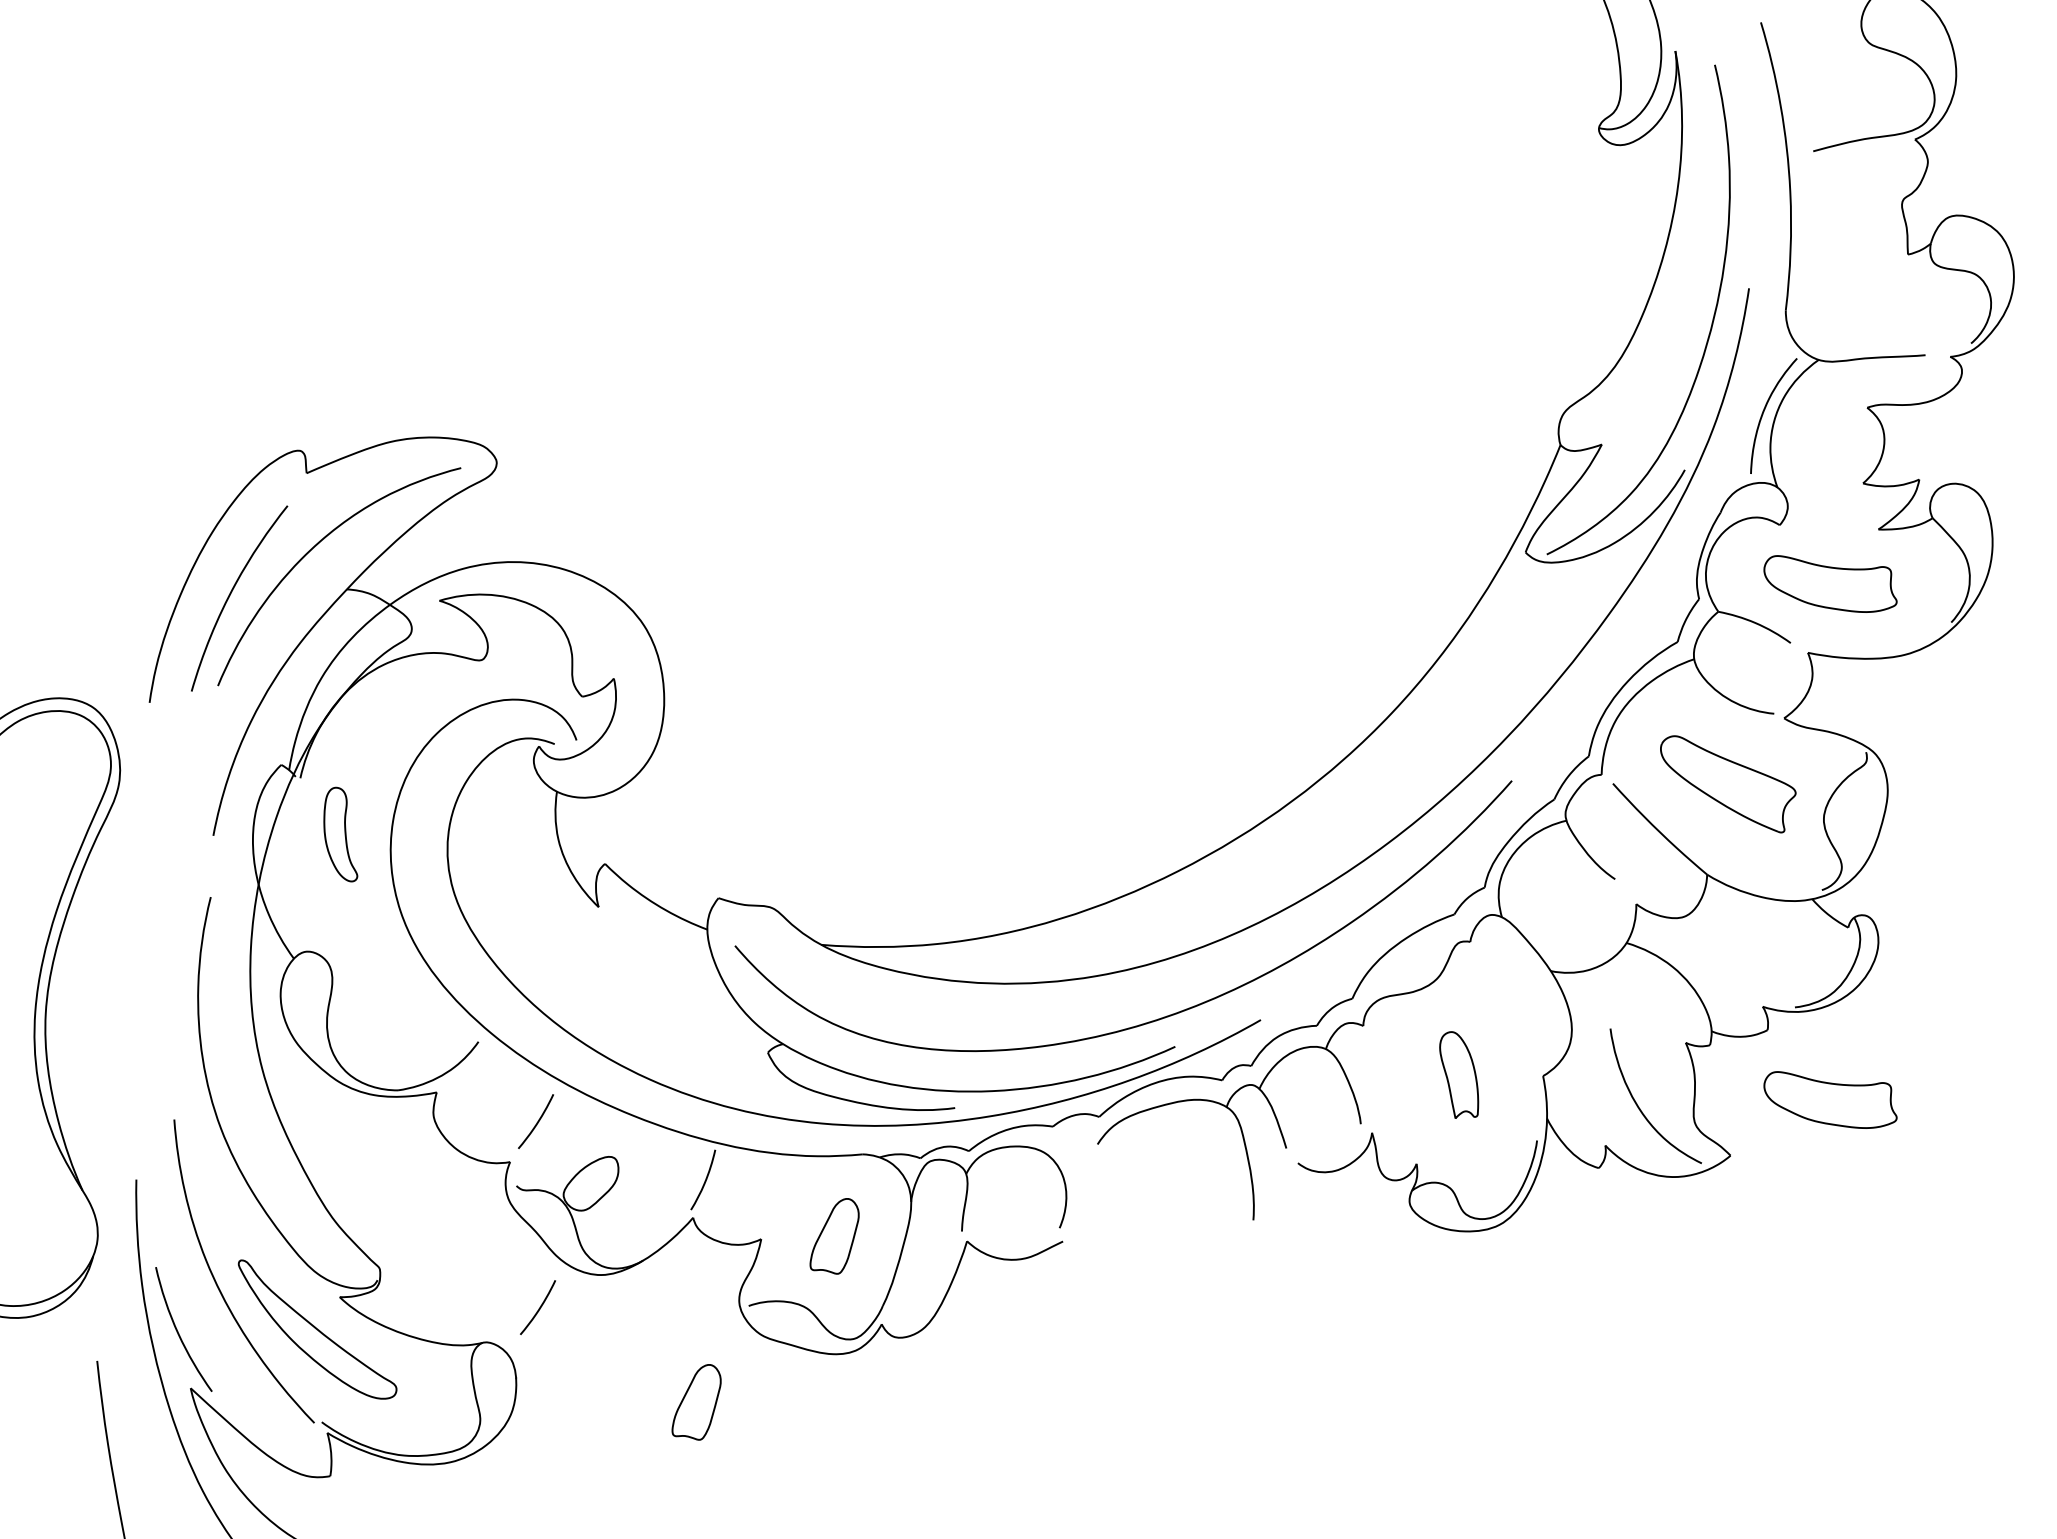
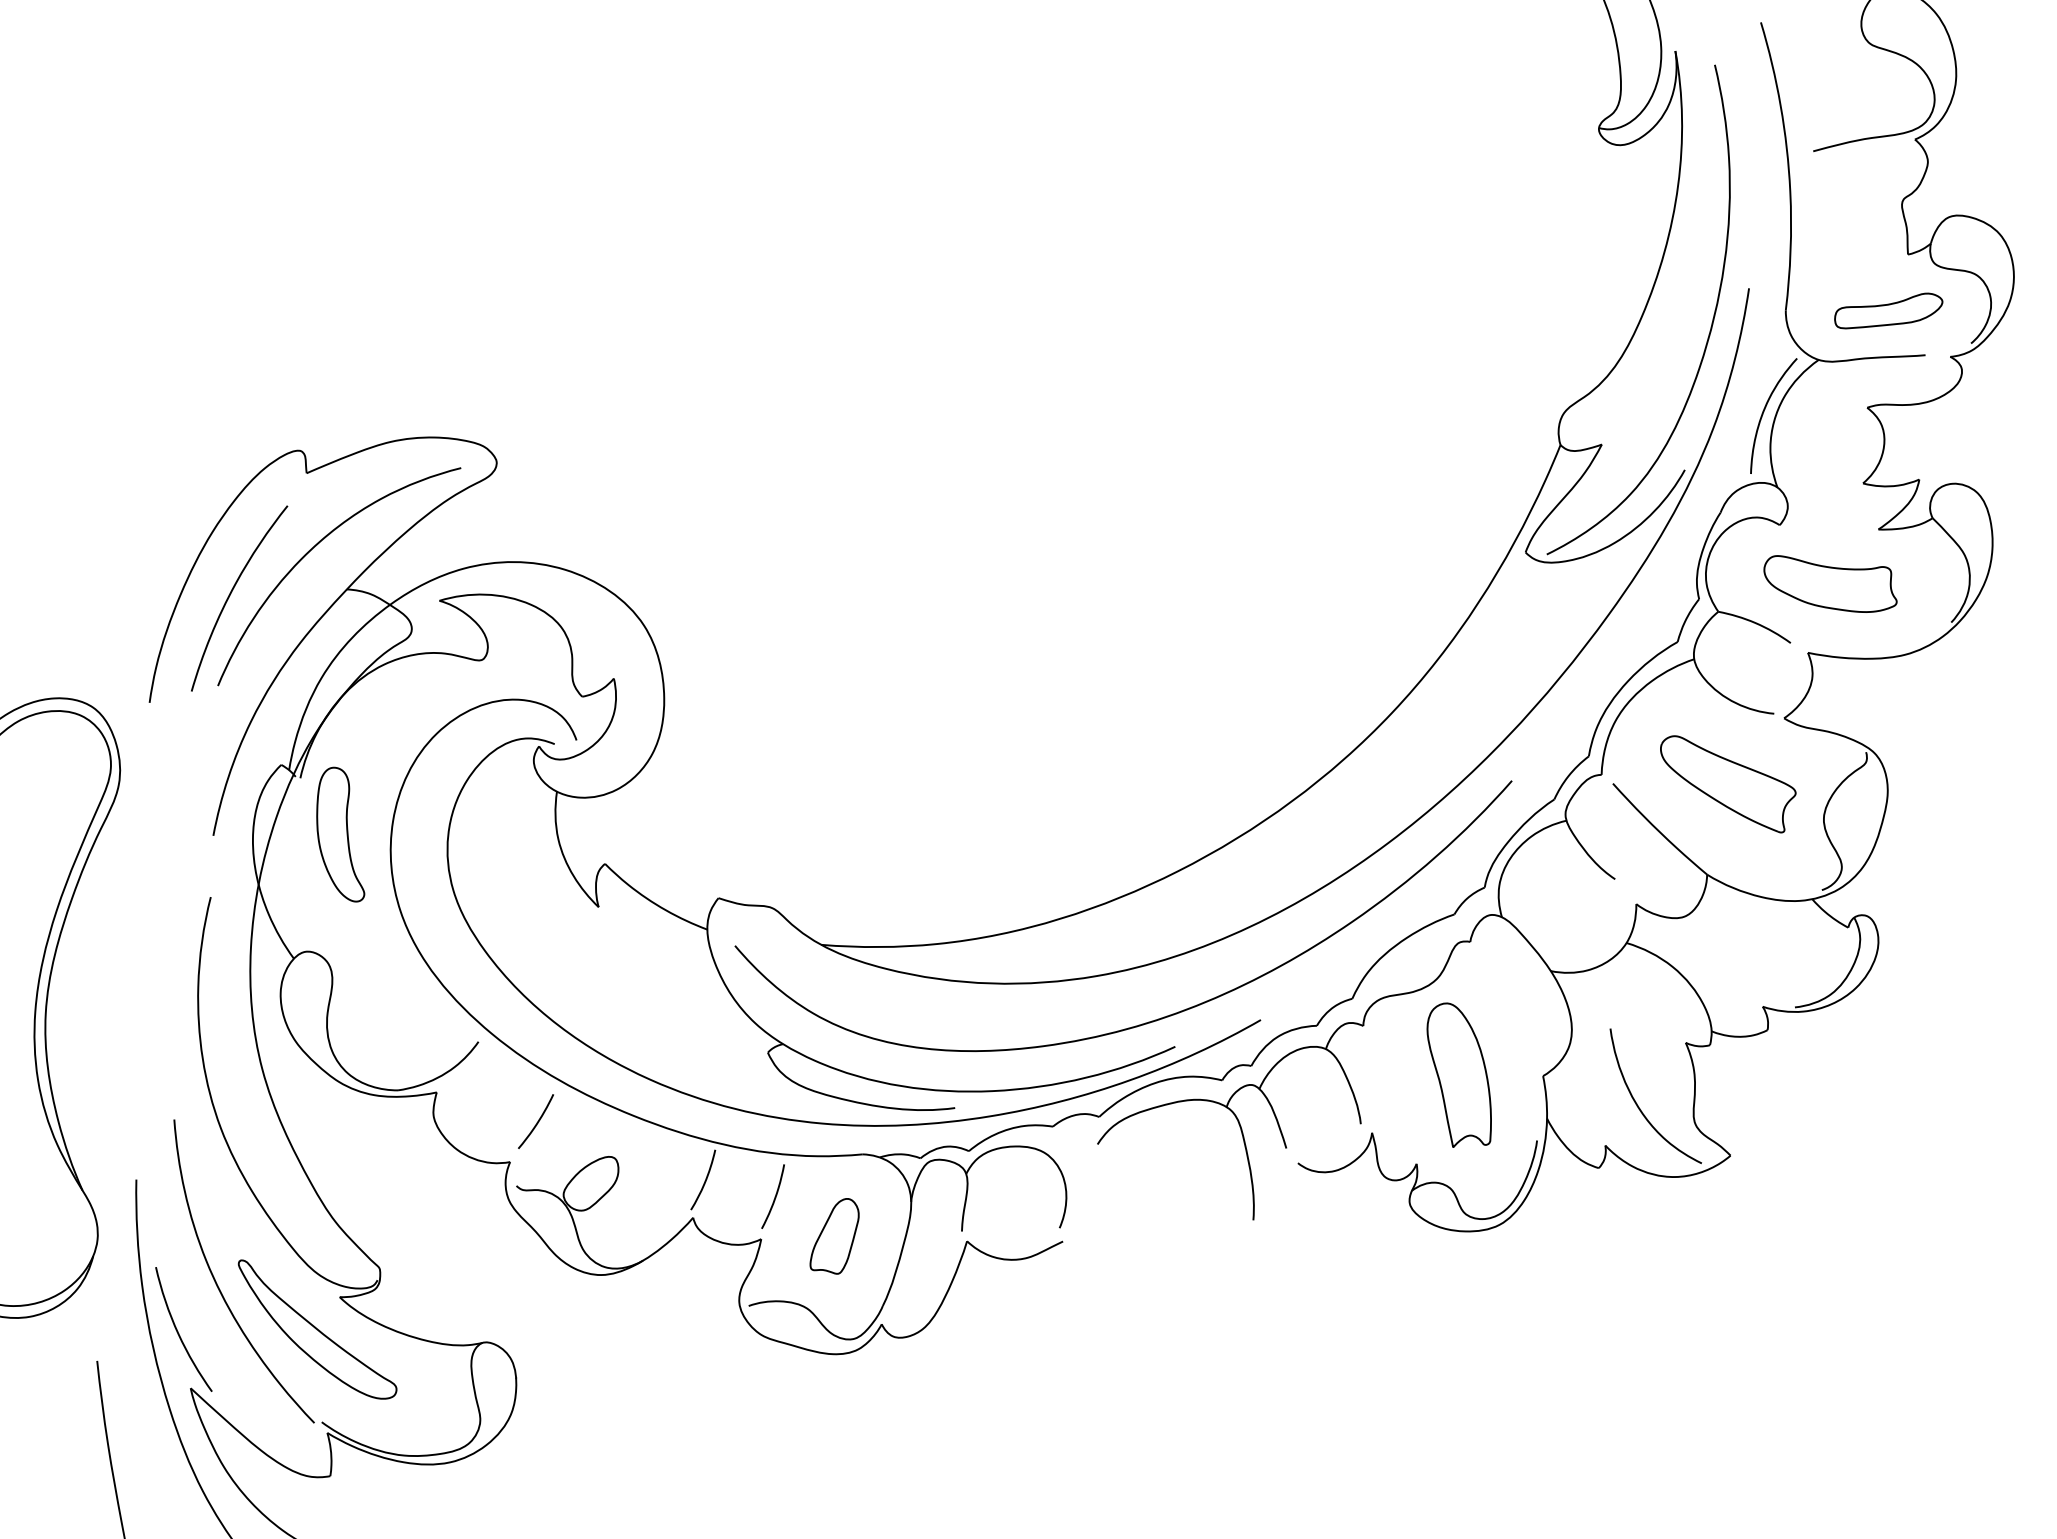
part at (1888, 310): none -> present
part at (340, 834) size: 36x97 px -> 50x137 px
part at (1459, 1074) size: 41x88 px -> 66x146 px
part at (1830, 1099): present -> none
curve at (774, 1196): none -> present
curve at (538, 1308): present -> none
part at (696, 1402): present -> none
